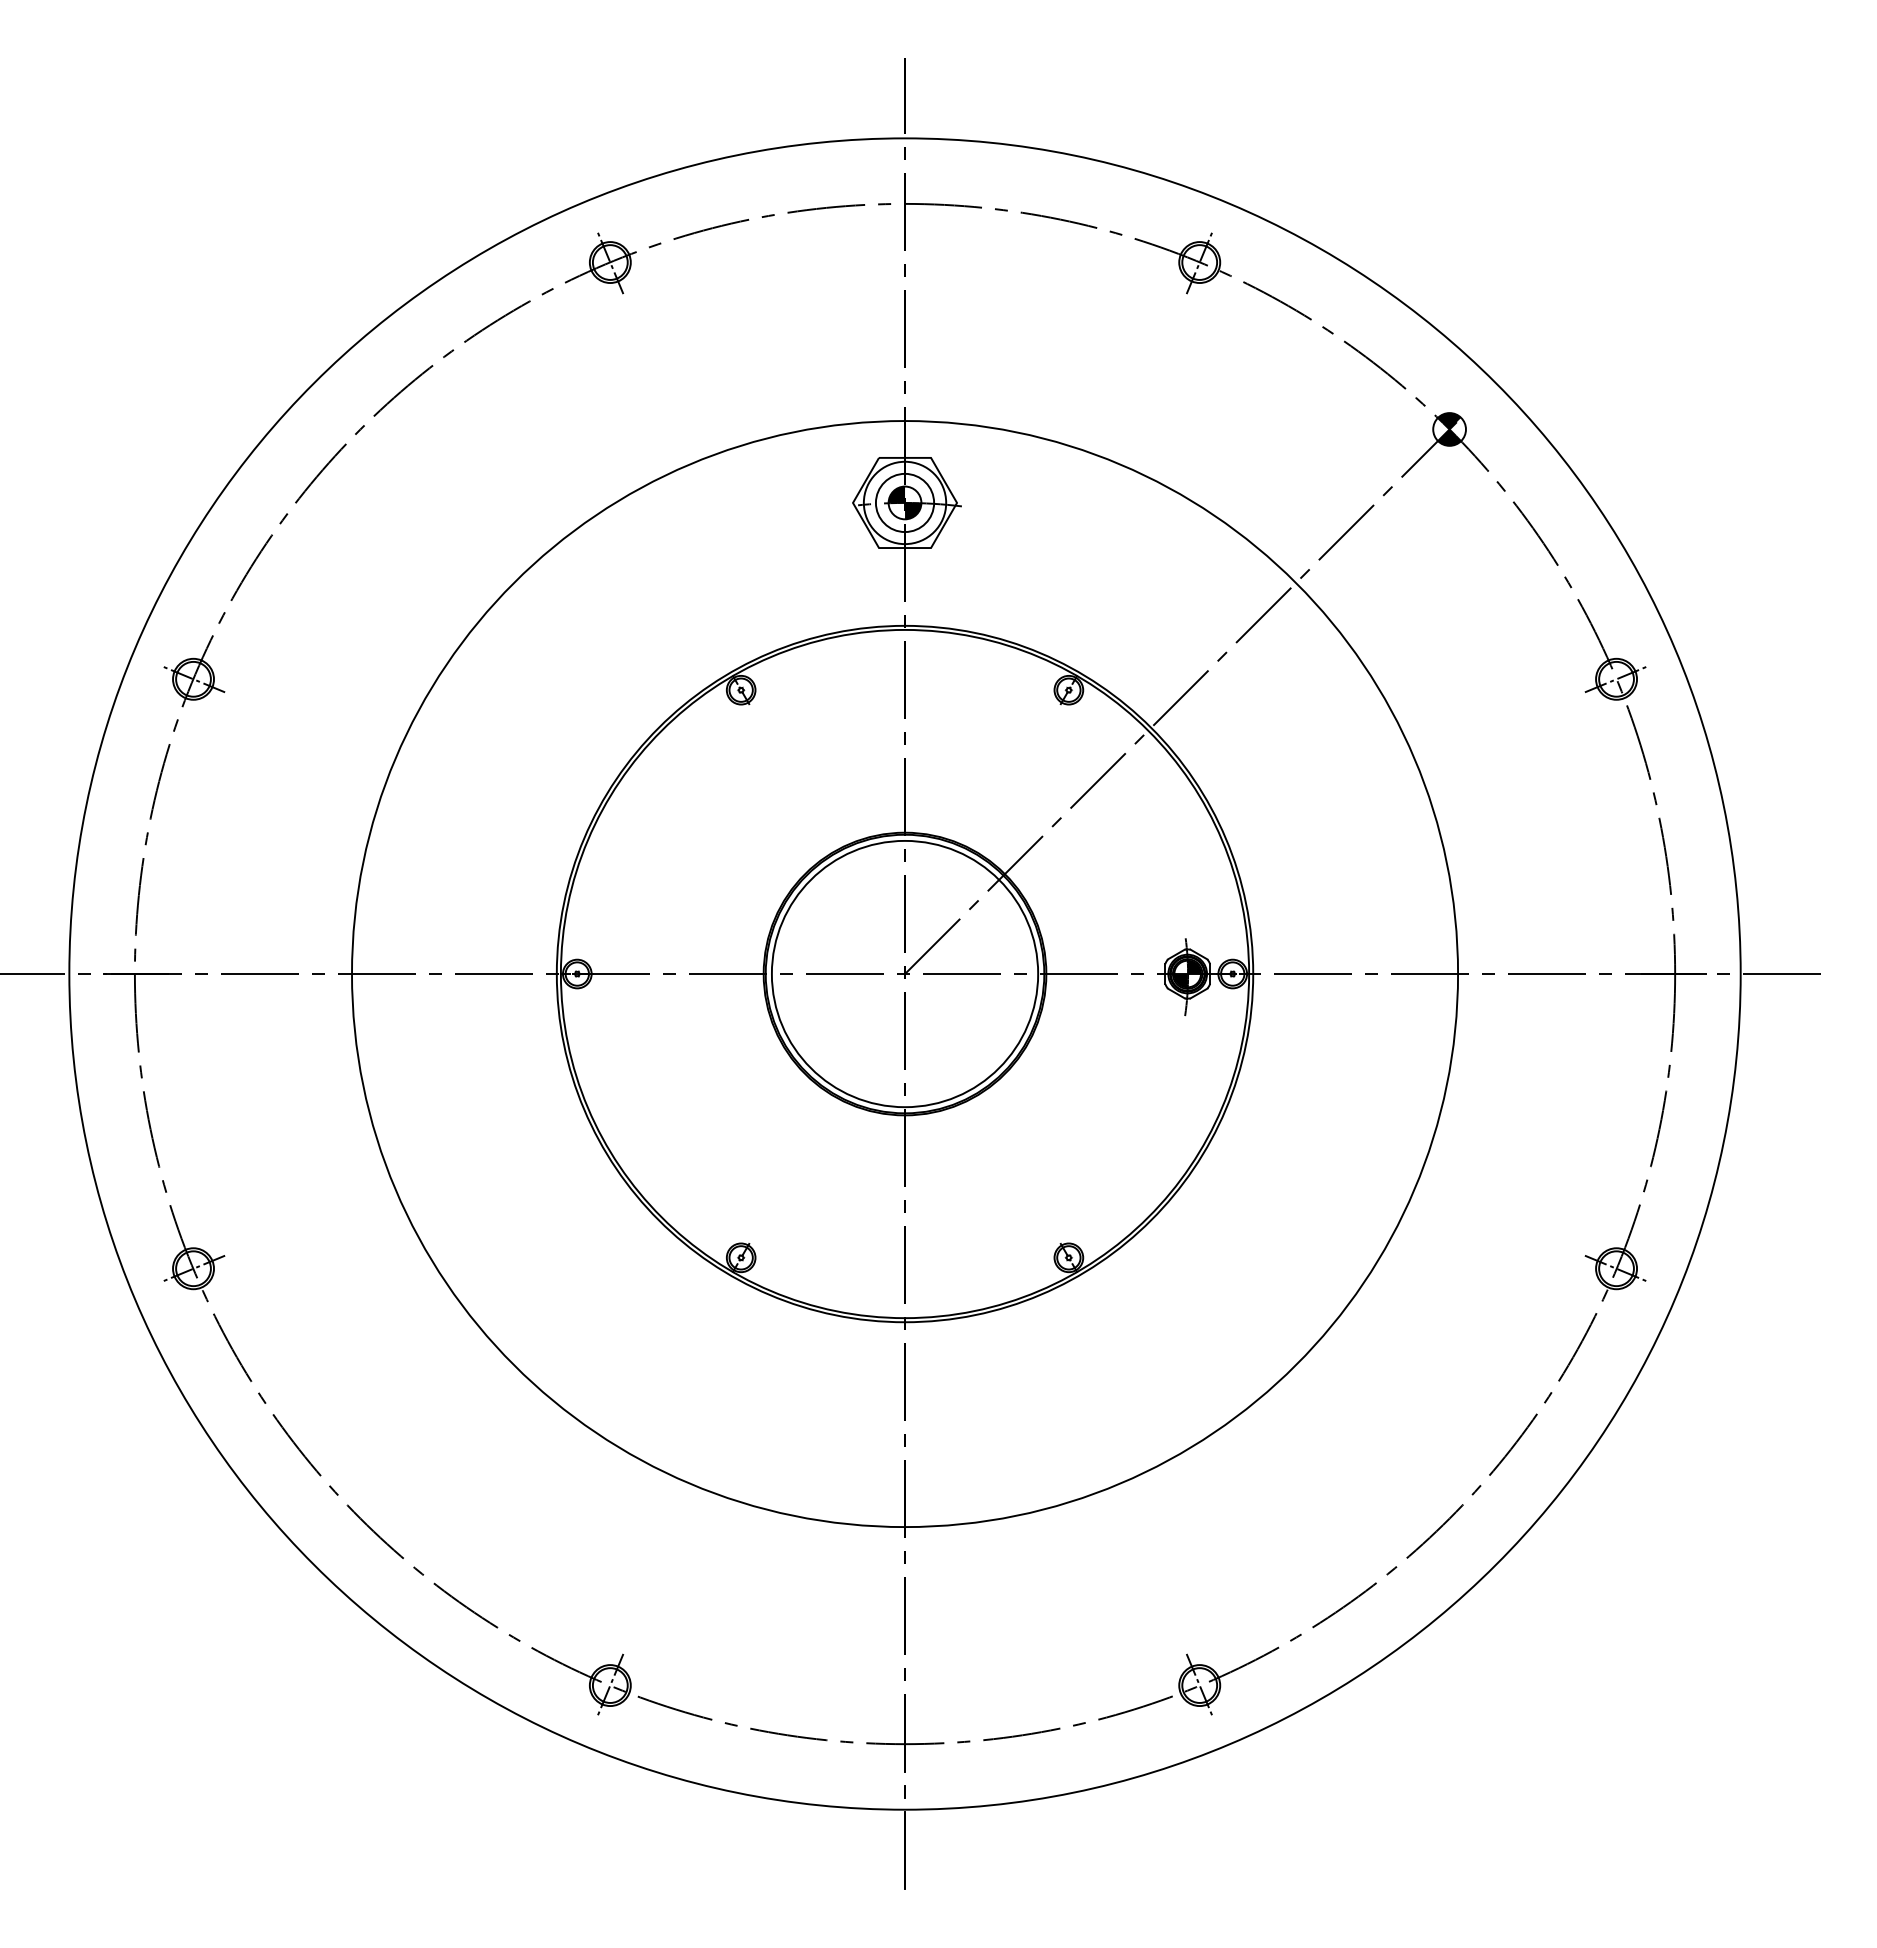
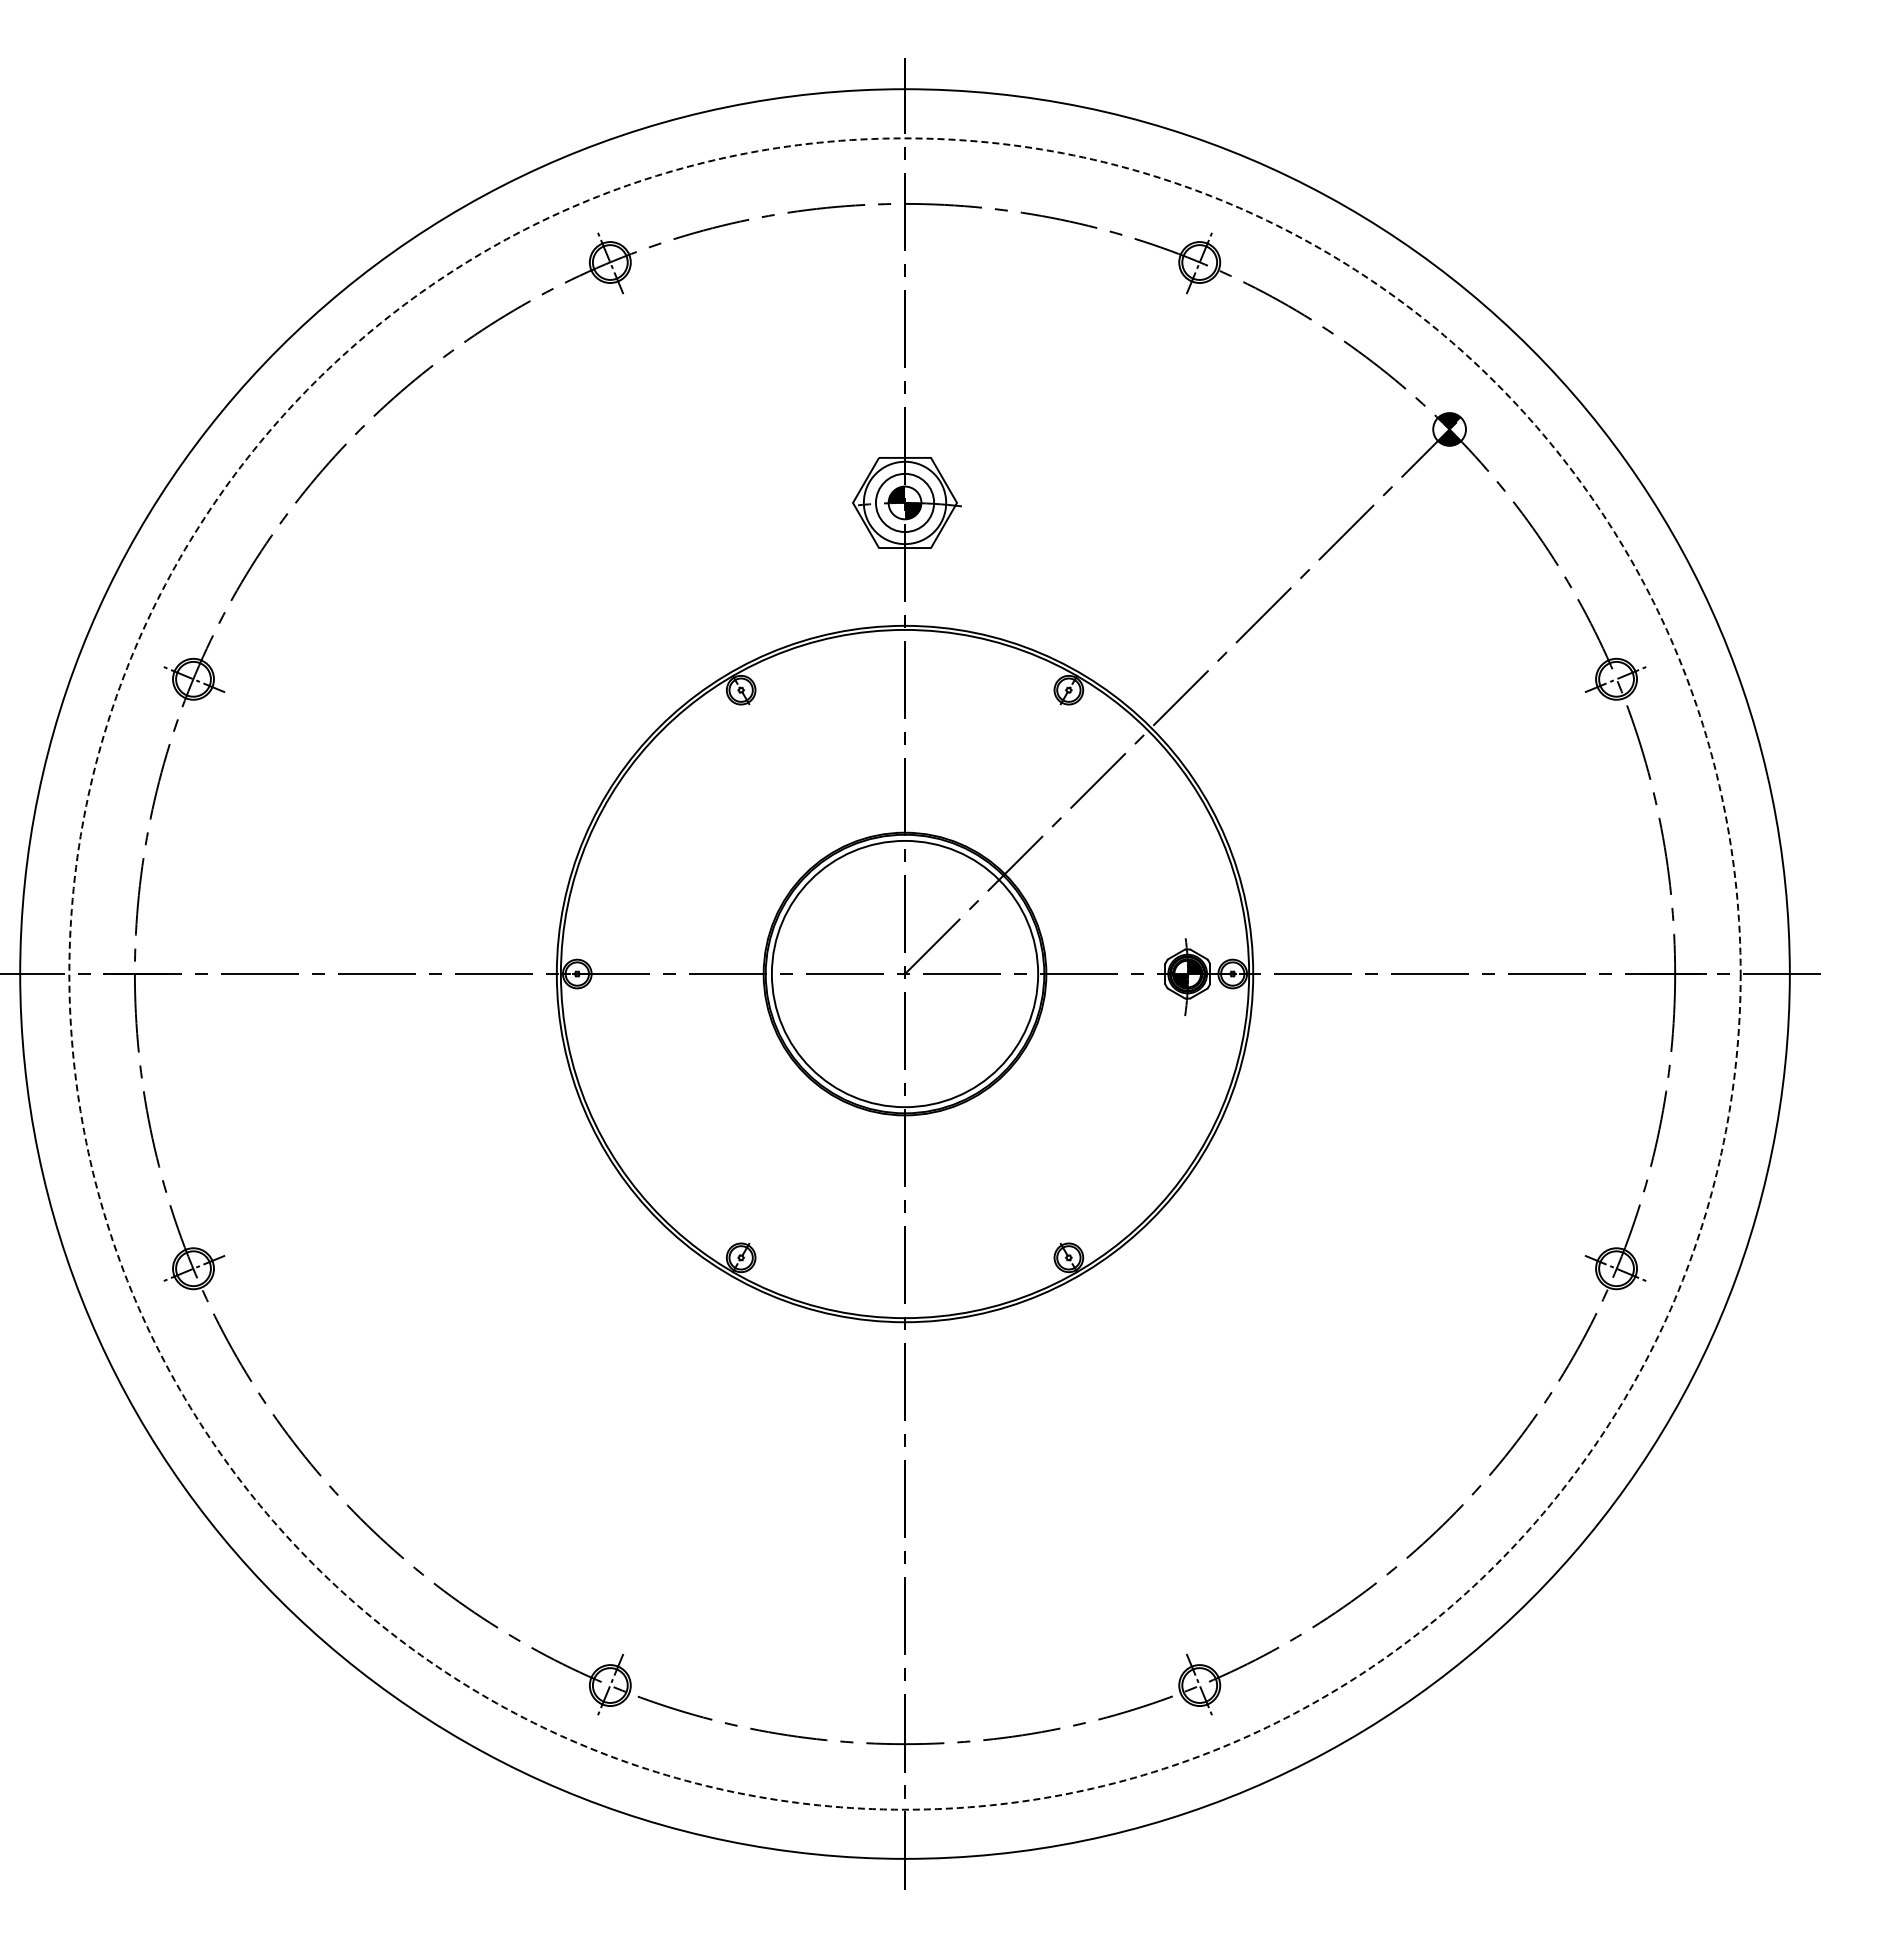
circle at (904, 973): solid -> dashed
circle at (905, 974) diameter: 1106 px -> 1770 px
